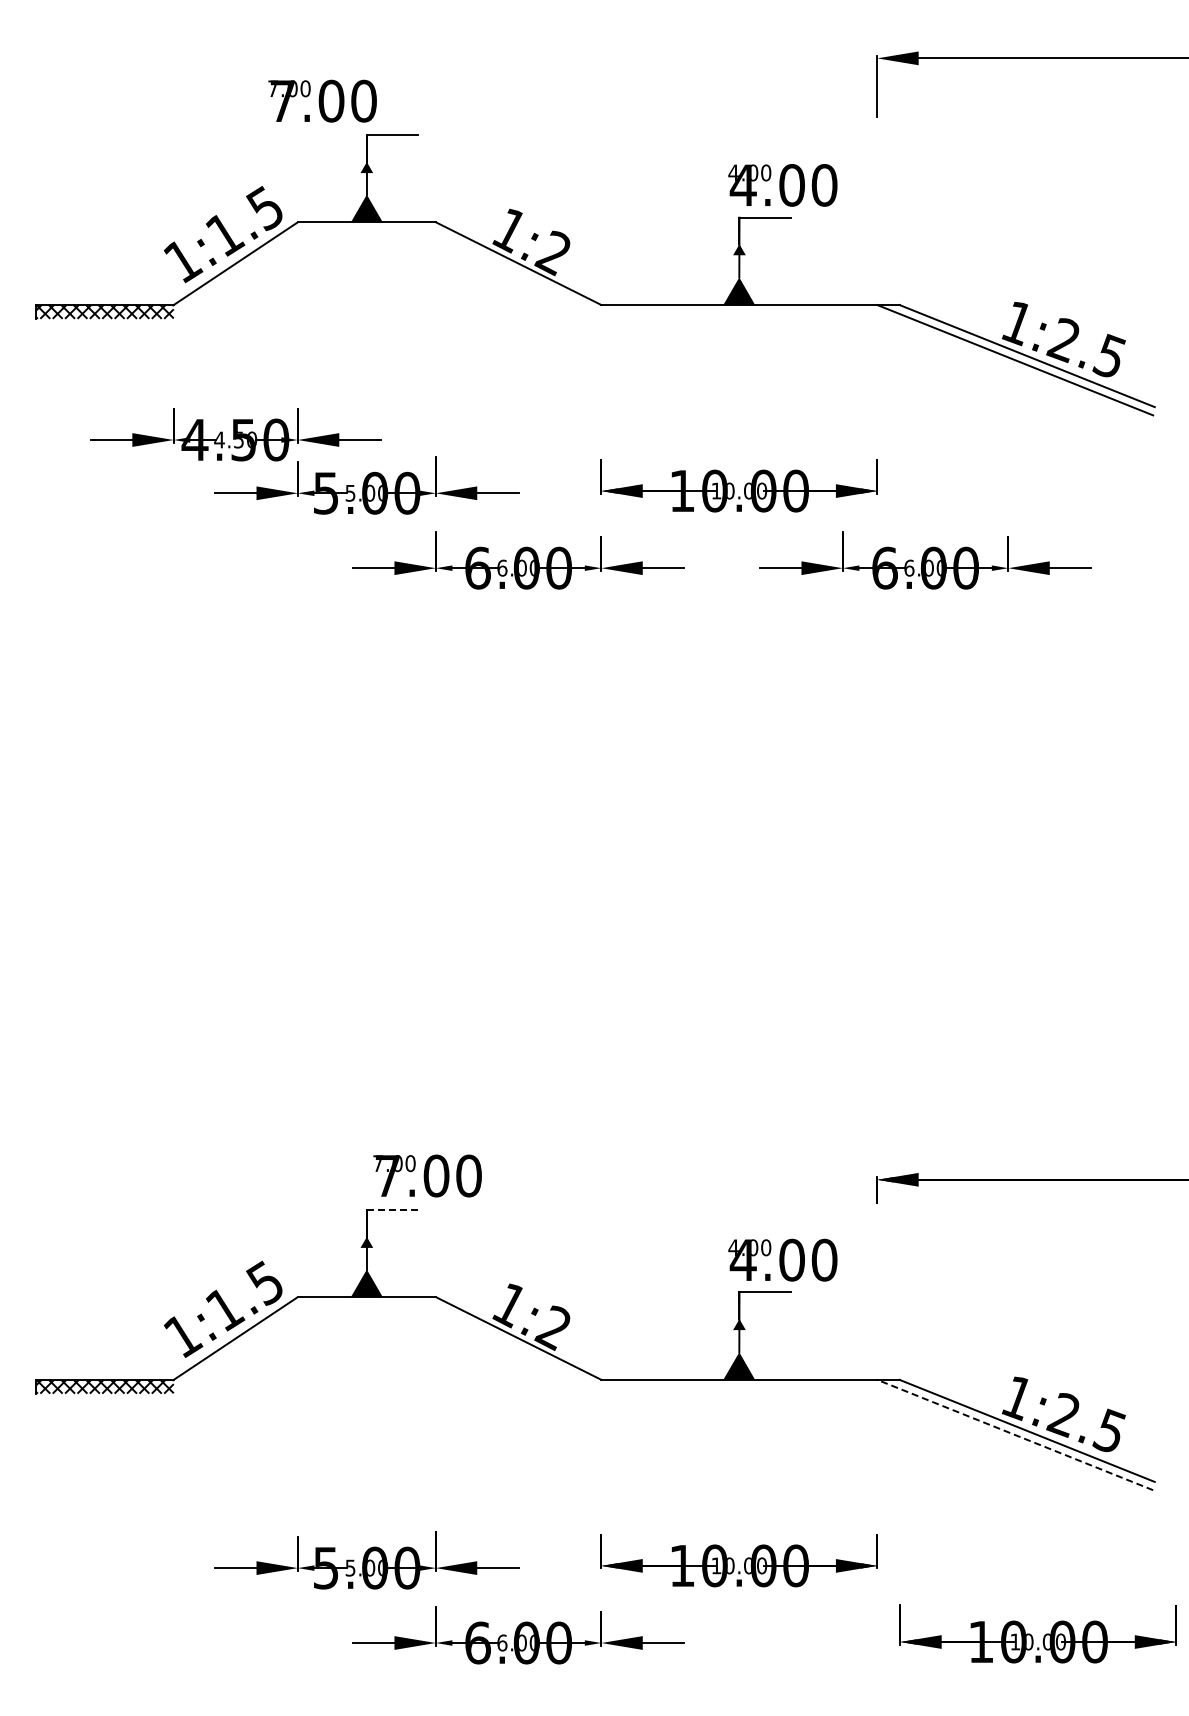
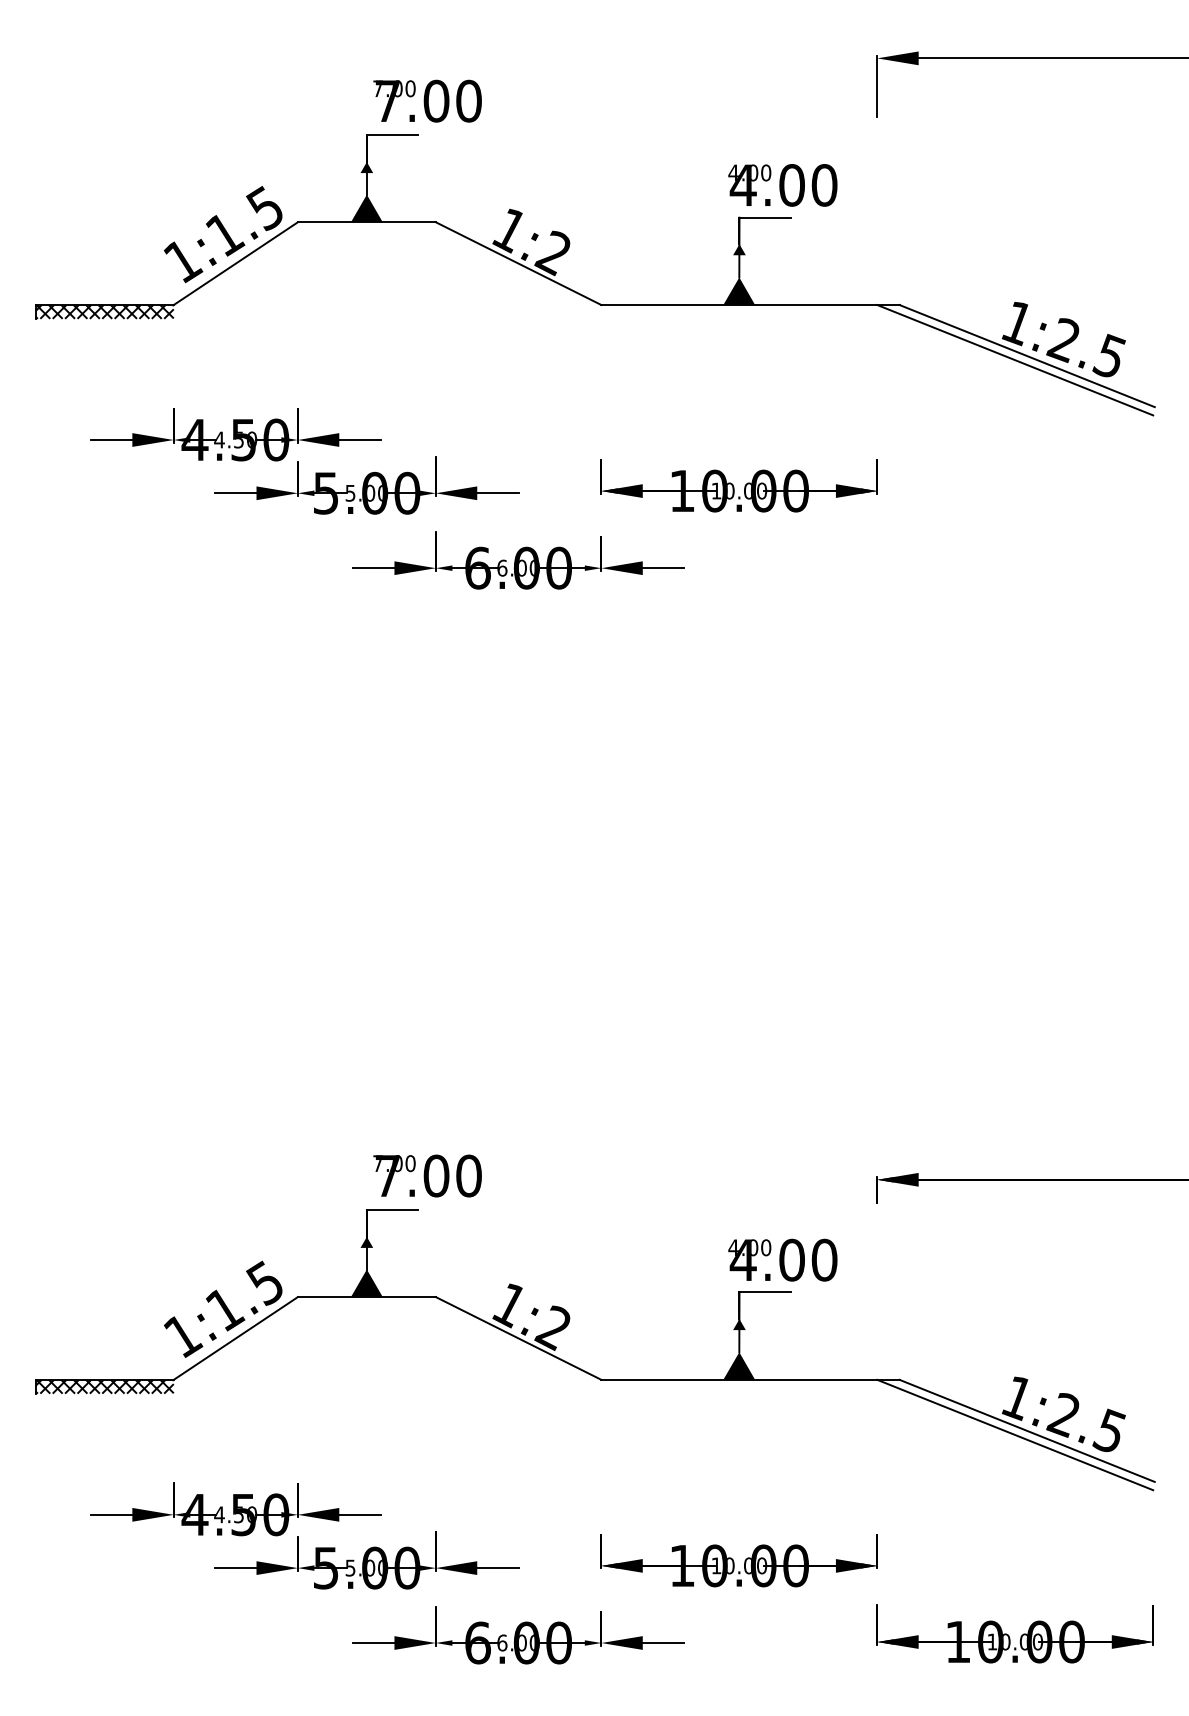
text at (322, 100) position: (322, 100) -> (427, 100)
part at (925, 560): present -> none
line at (392, 1210): dashed -> solid
line at (1015, 1435): dashed -> solid
part at (235, 1509): none -> present
part at (1037, 1633) position: (1037, 1633) -> (1014, 1633)
